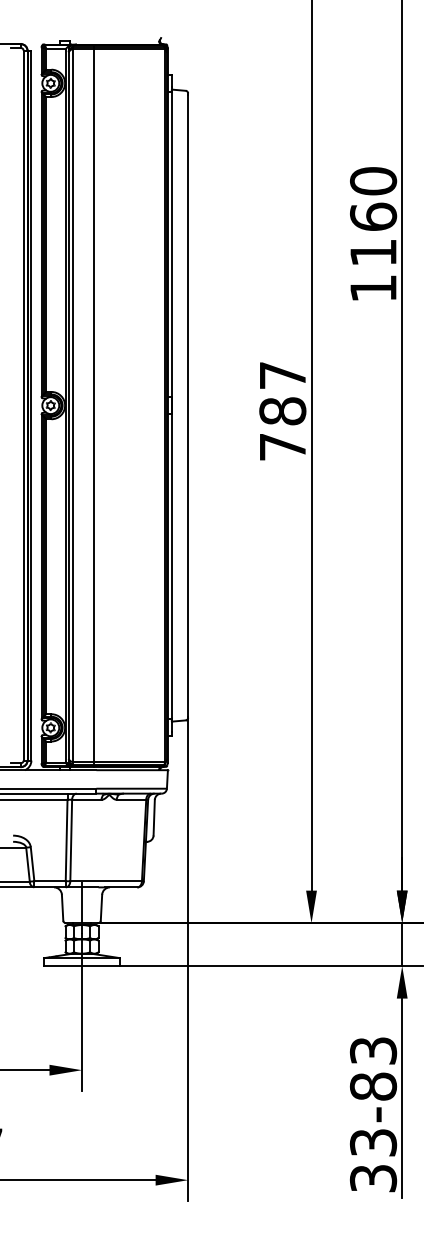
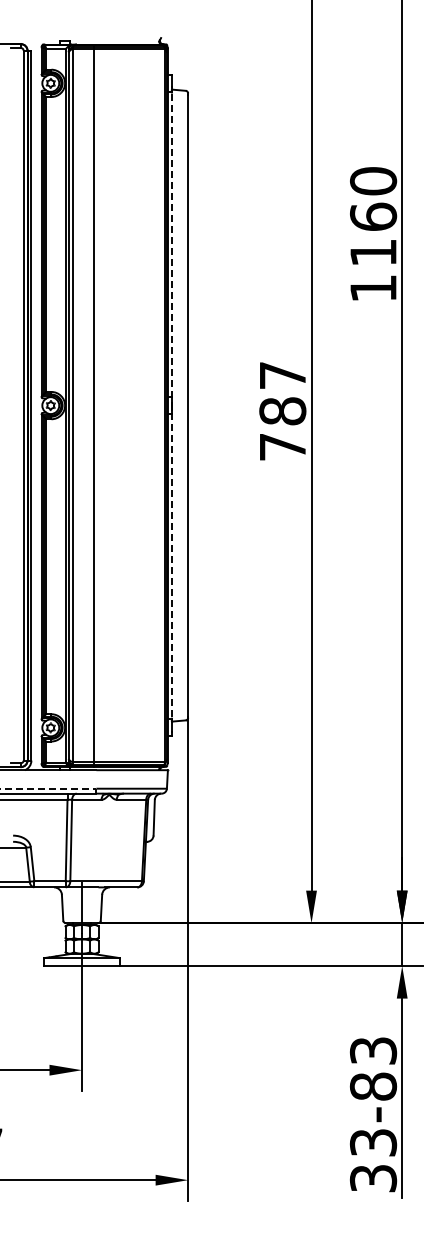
line at (172, 406): solid -> dashed
line at (48, 788): solid -> dashed
